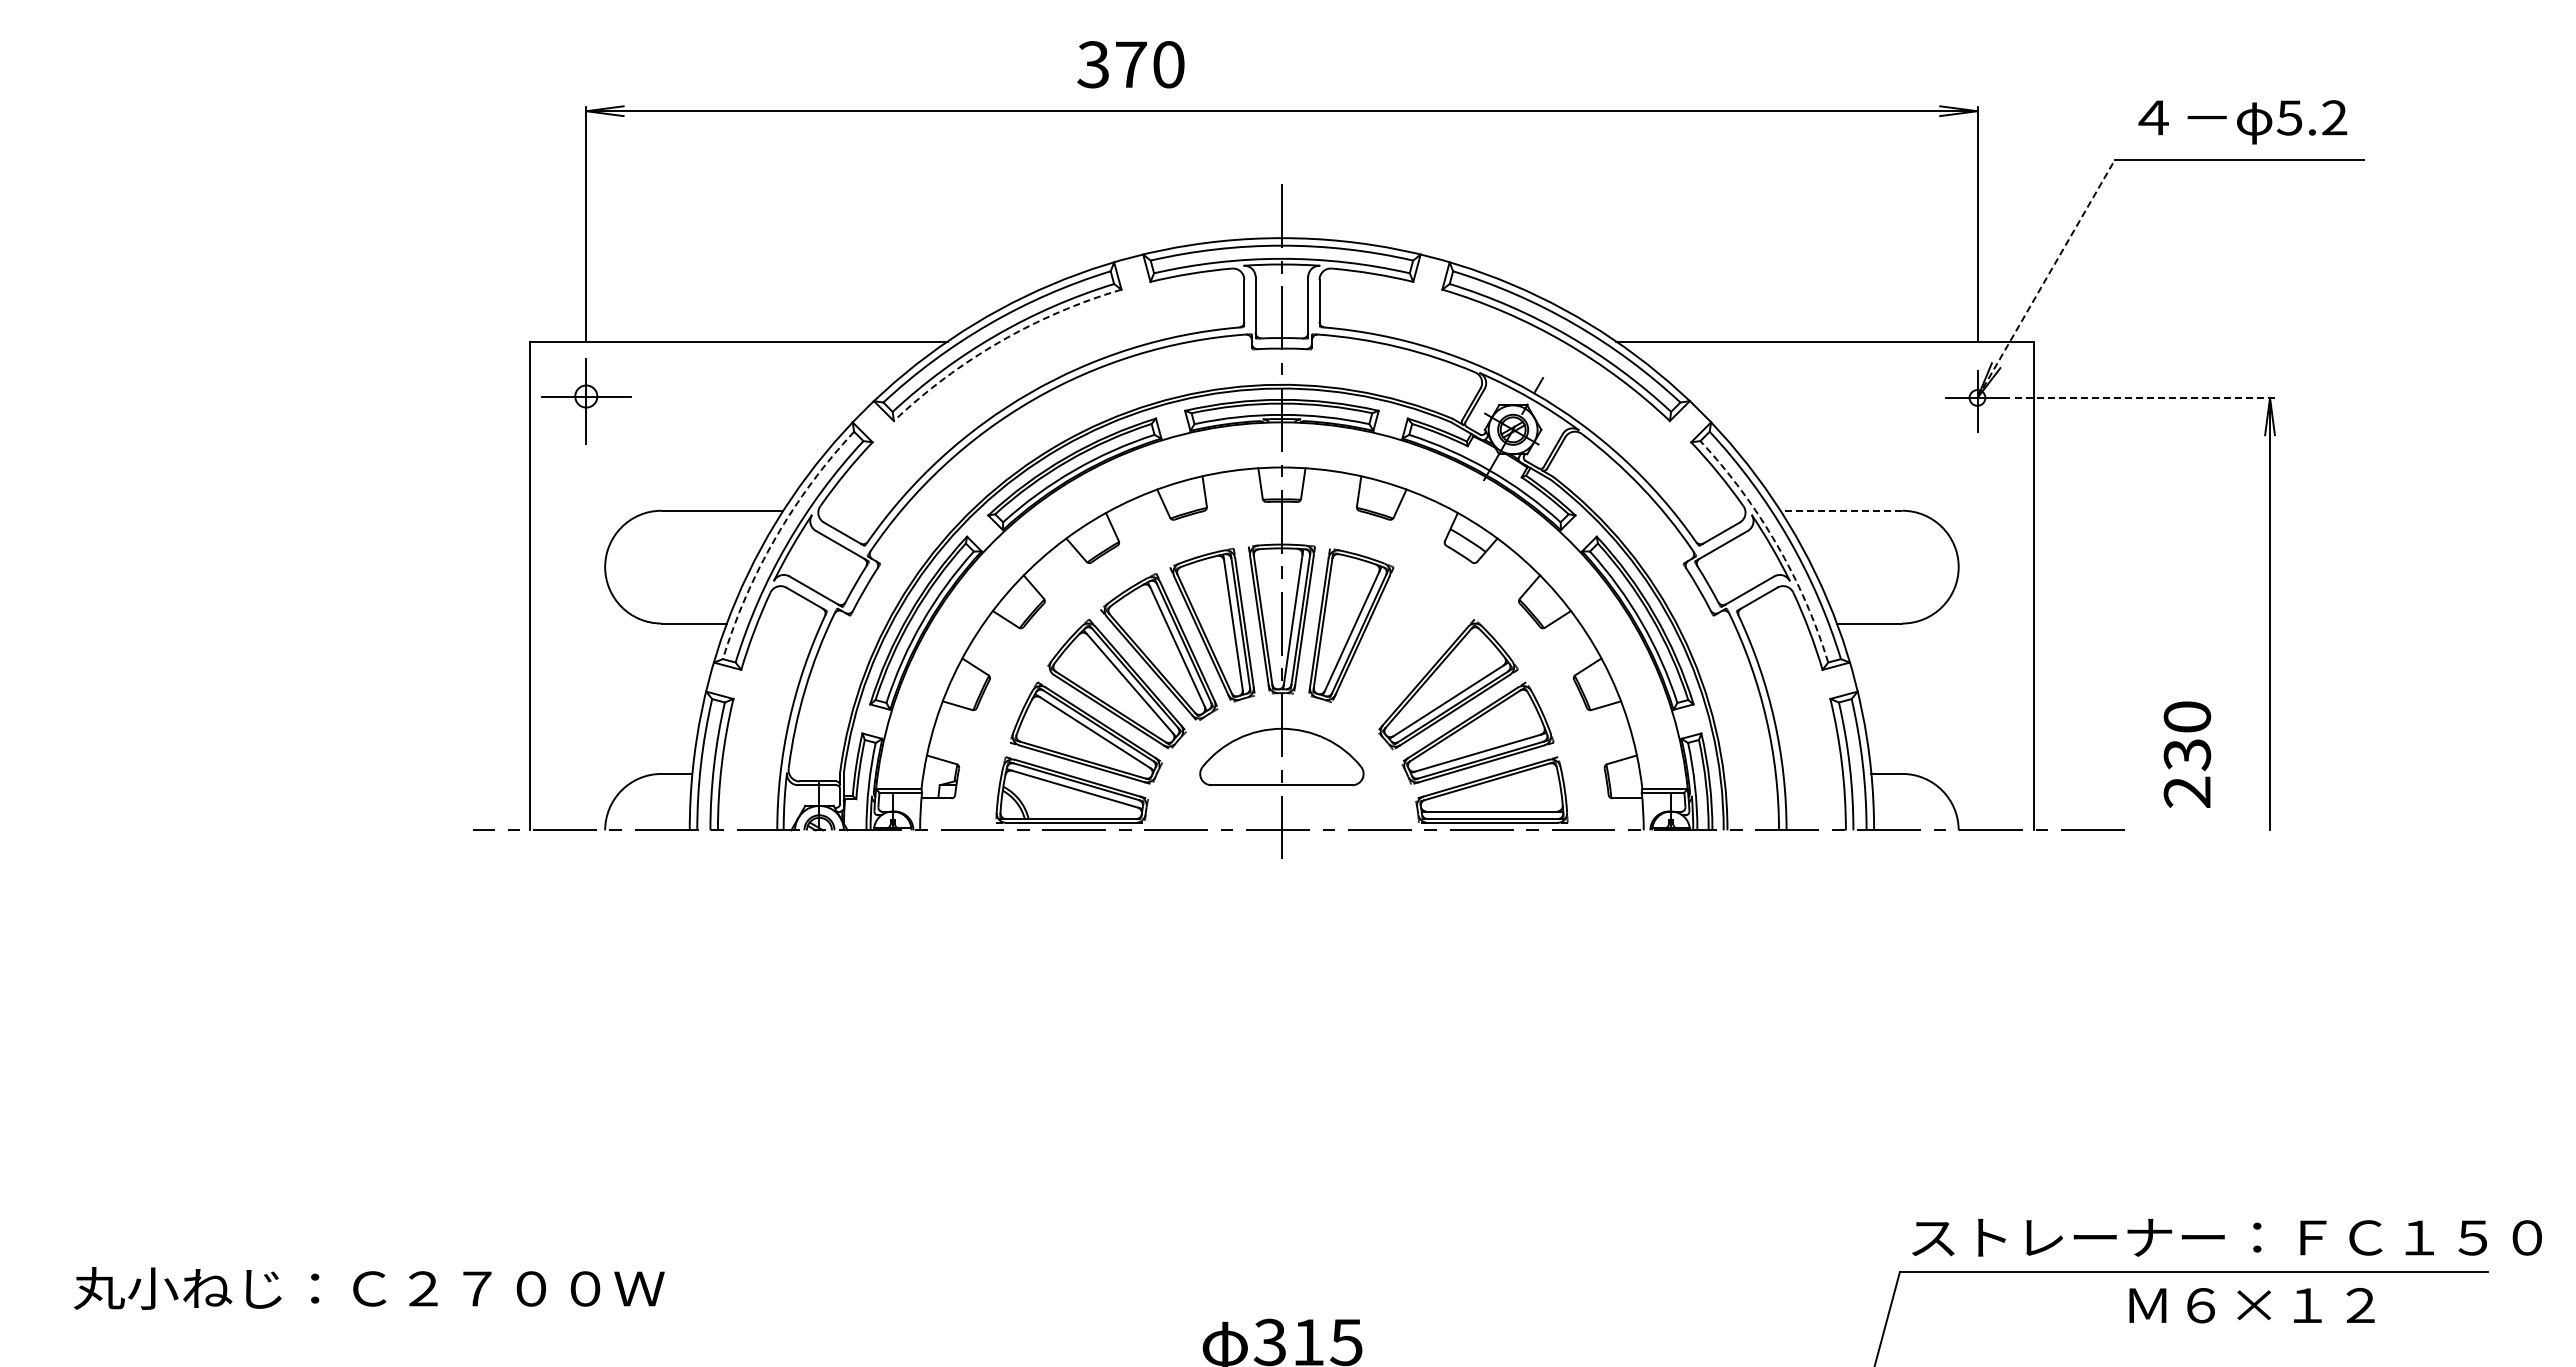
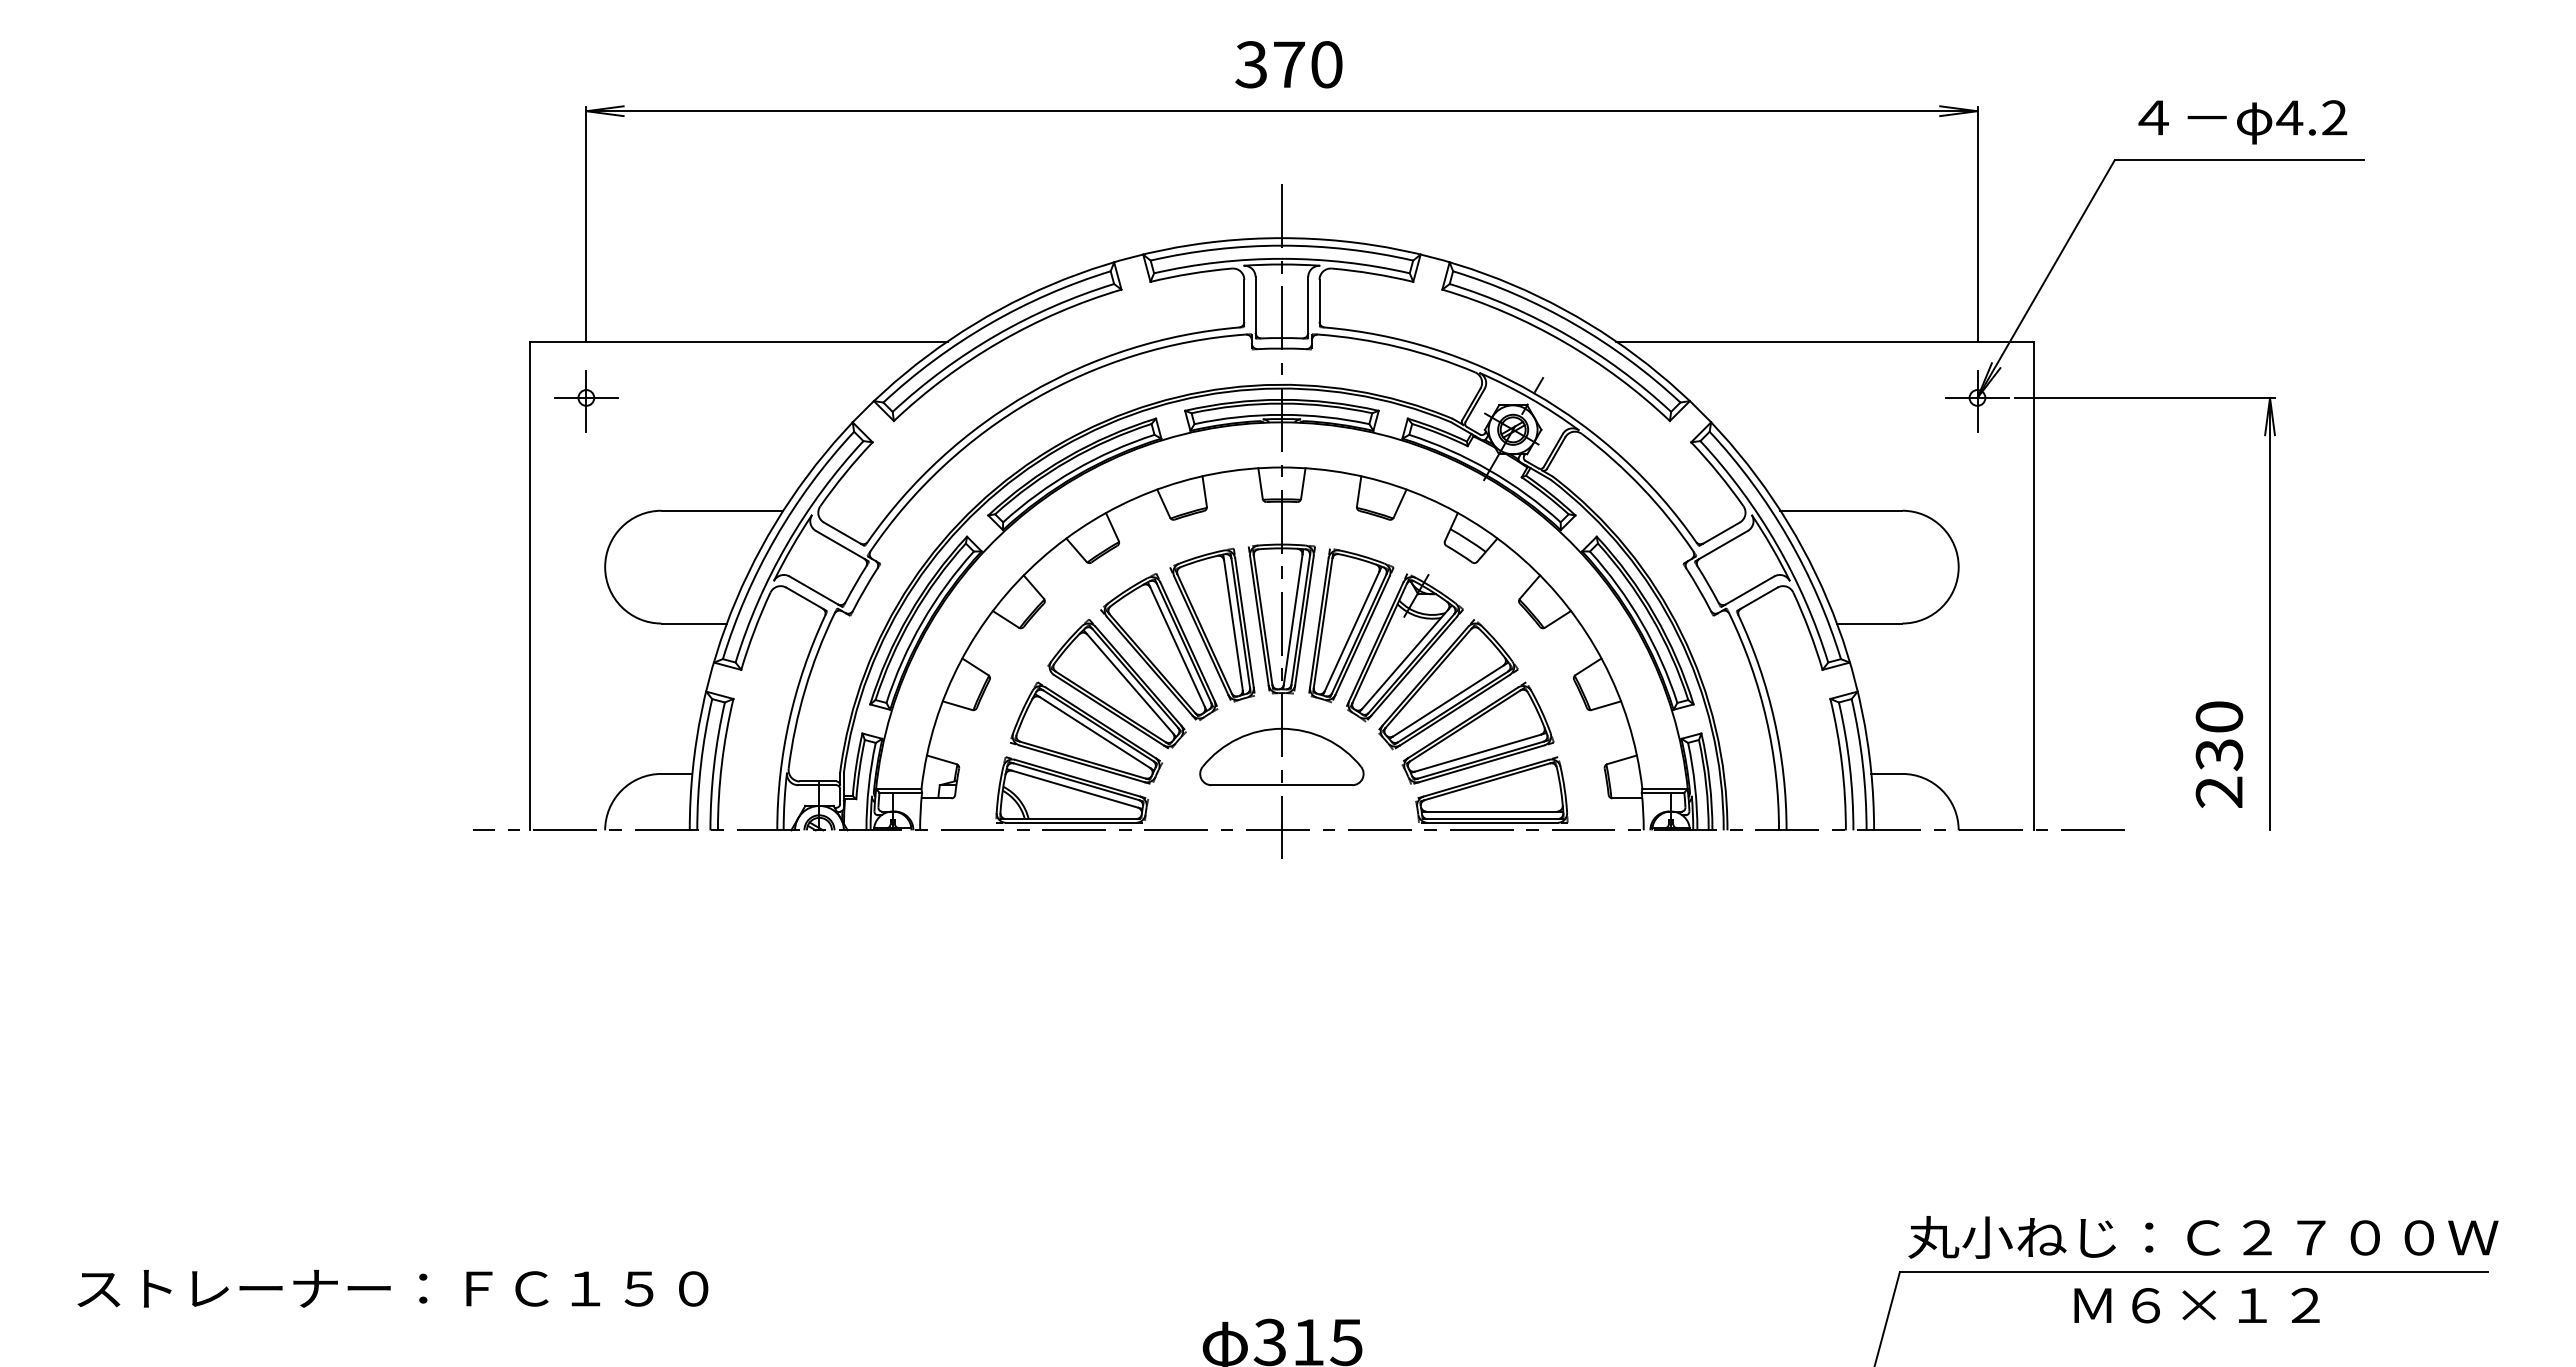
text at (1130, 64) position: (1130, 64) -> (1288, 64)
text at (2289, 117): 5.2 -> 4.2
line at (2046, 278): dashed -> solid
arc at (999, 341): dashed -> solid
line at (2145, 397): dashed -> solid
part at (586, 401) size: 91x87 px -> 65x63 px
line at (1841, 510): dashed -> solid
arc at (775, 538): dashed -> solid
arc at (1776, 544): dashed -> solid
part at (1404, 647): none -> present
text at (2187, 754) position: (2187, 754) -> (2219, 754)
text at (2224, 1237): ストレーナー：ＦＣ１５０ -> 丸小ねじ：Ｃ２７００Ｗ
text at (390, 1288): 丸小ねじ：Ｃ２７００Ｗ -> ストレーナー：ＦＣ１５０
text at (2251, 1305) position: (2251, 1305) -> (2196, 1305)
